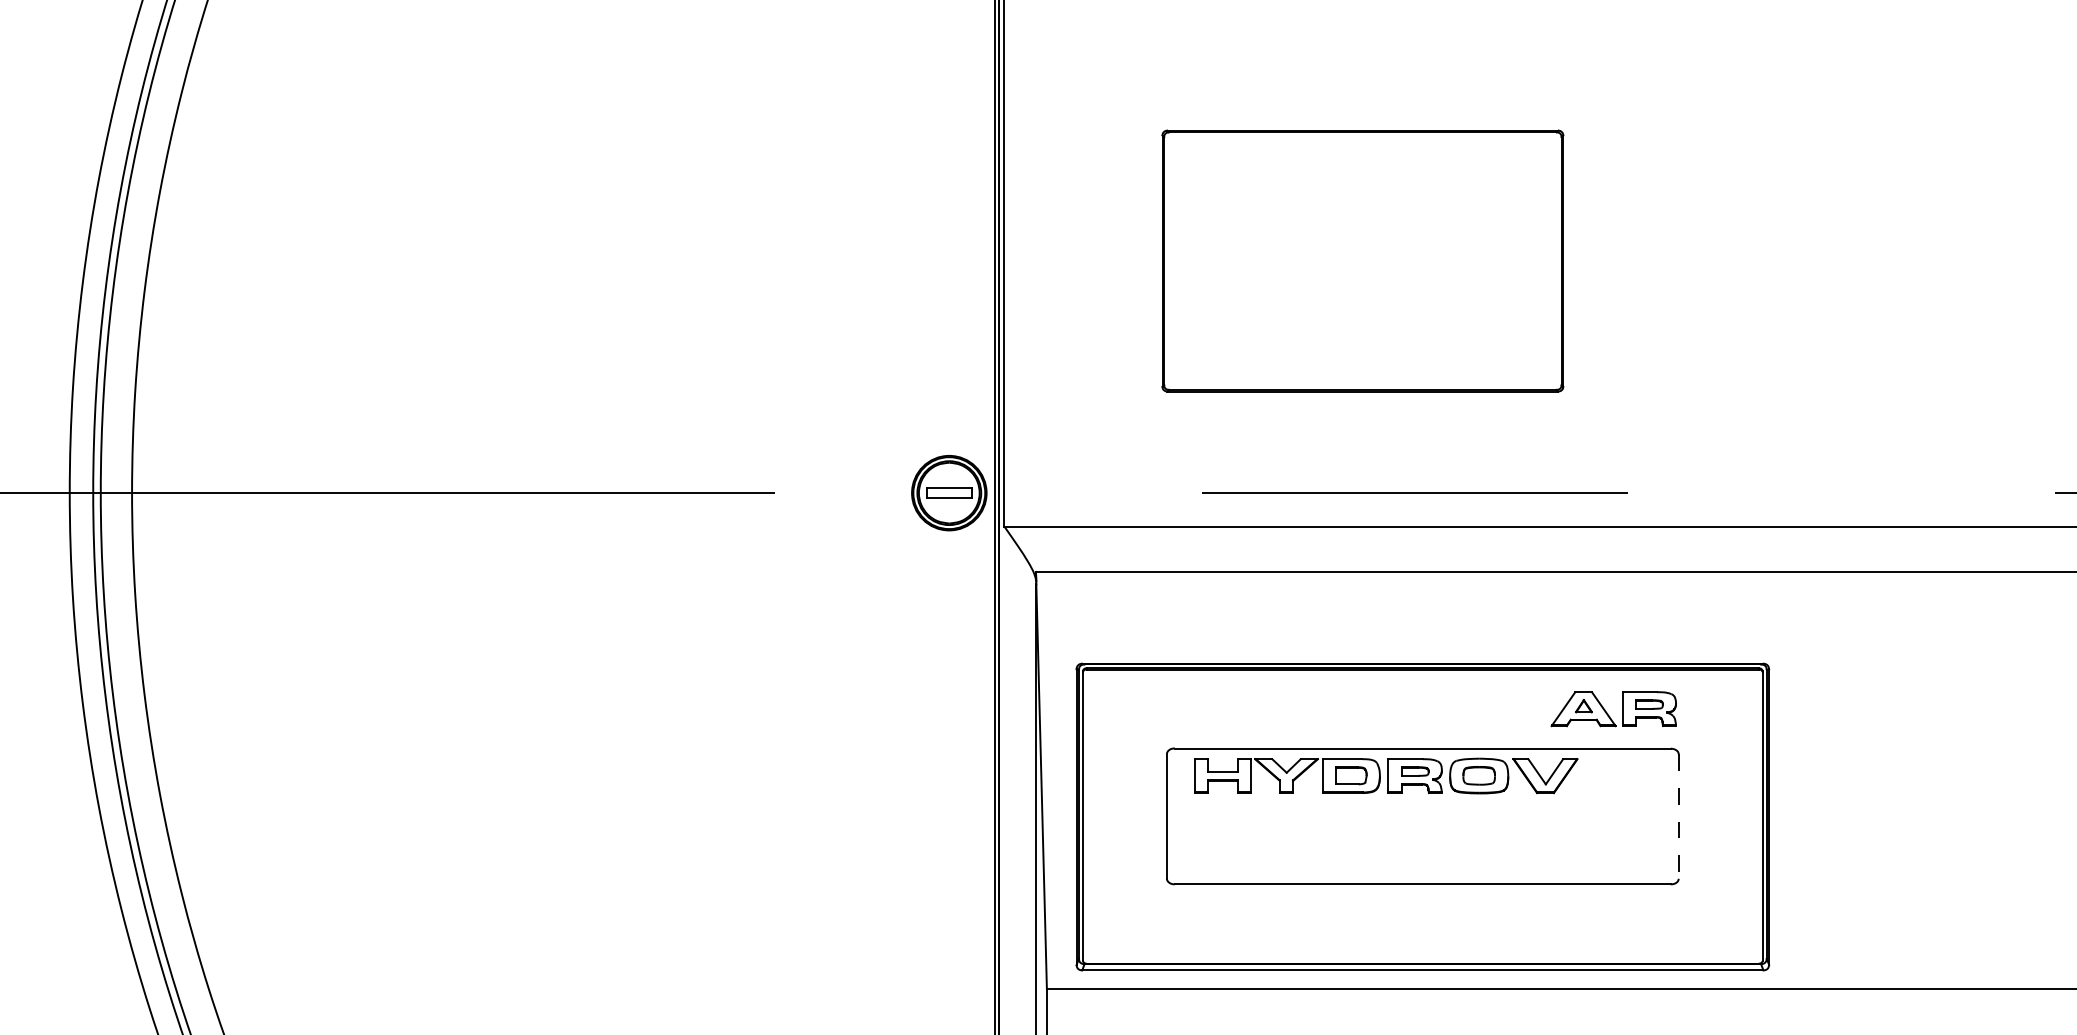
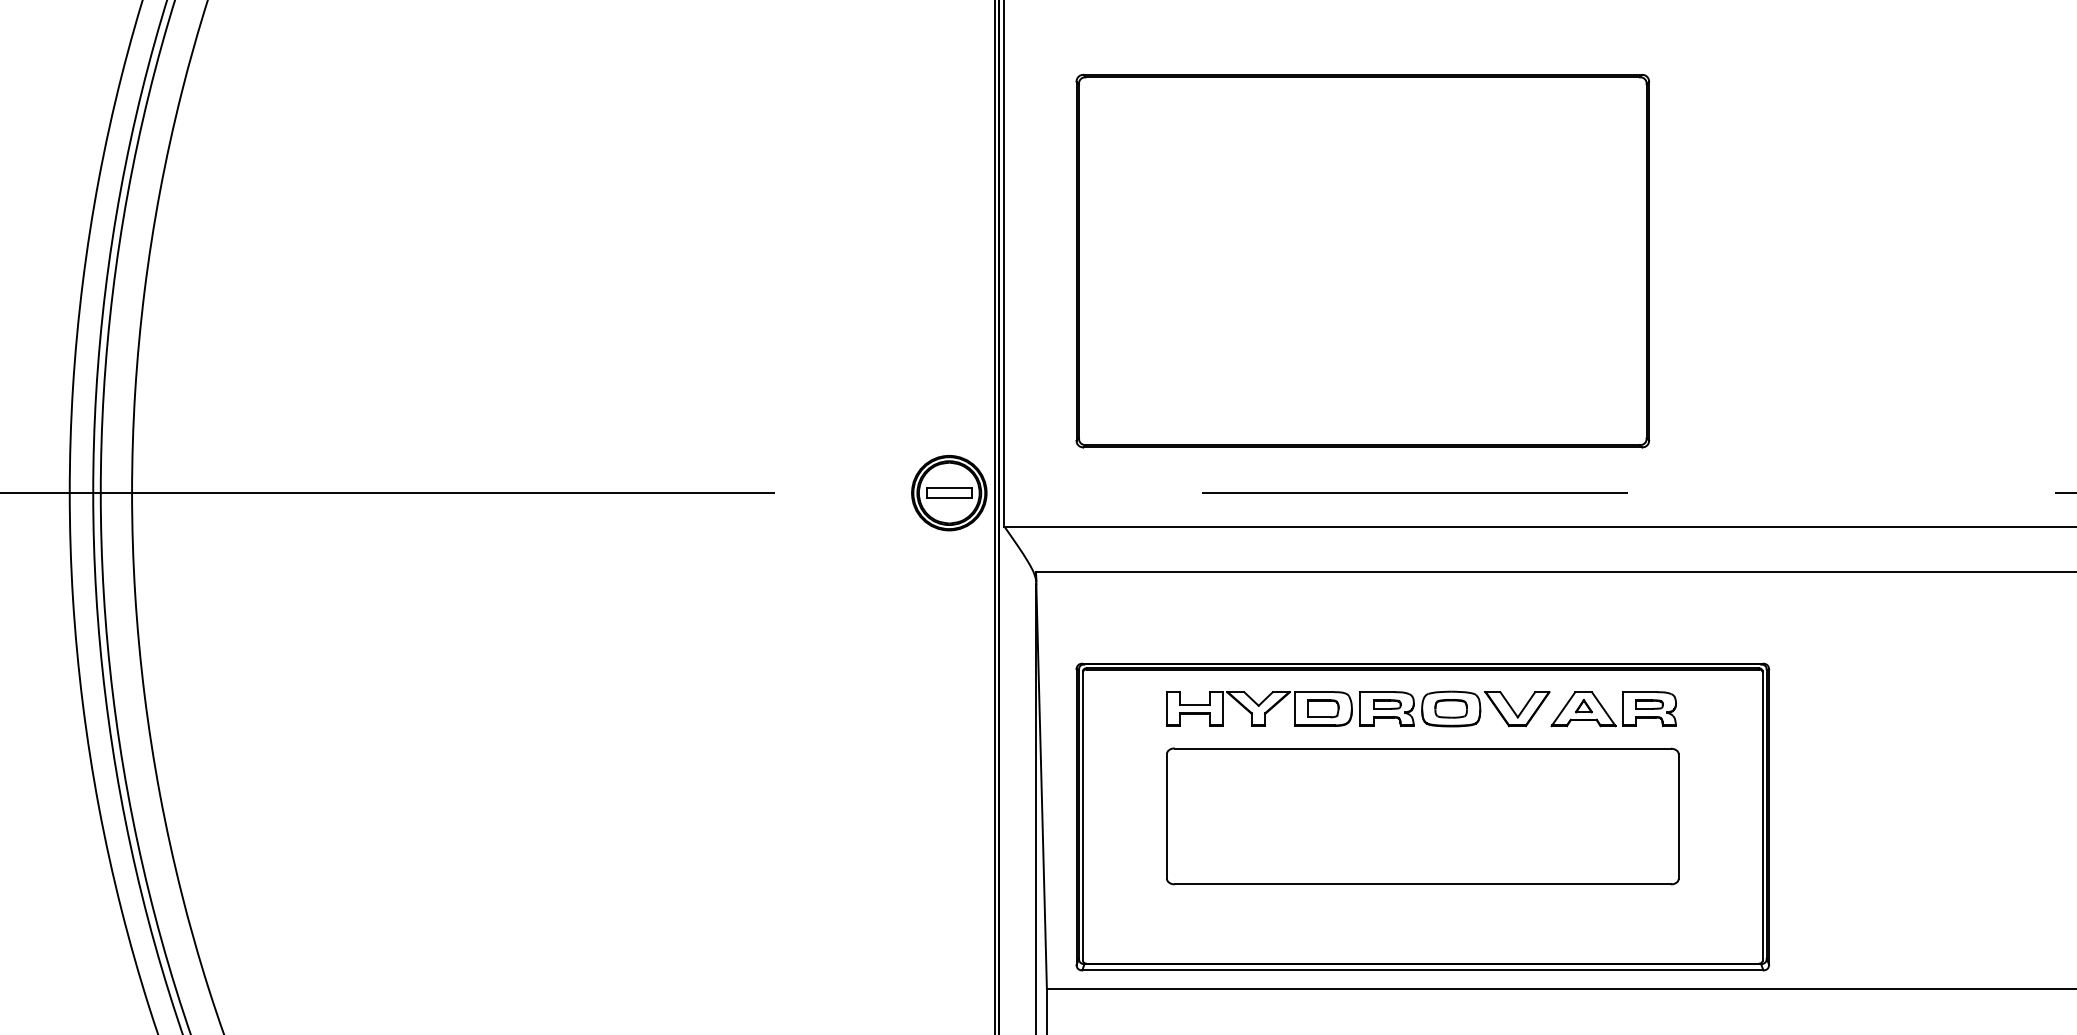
part at (1362, 260) size: 404x264 px -> 576x376 px
part at (1386, 775) position: (1386, 775) -> (1358, 708)
line at (1678, 817): dashed -> solid
